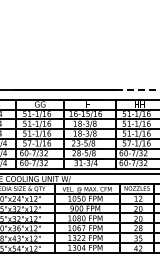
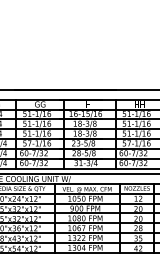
line at (137, 89): dashed -> solid
